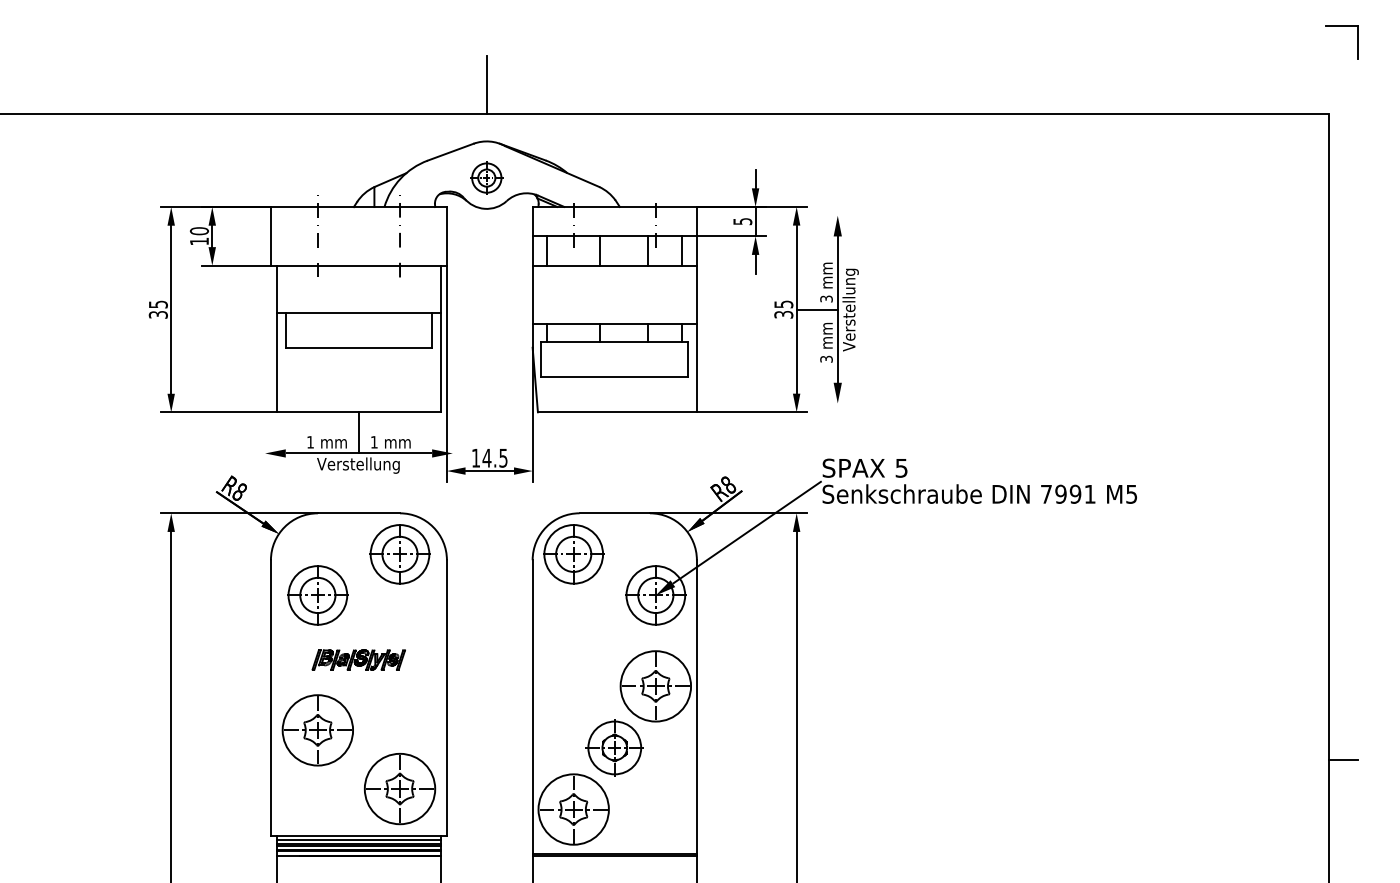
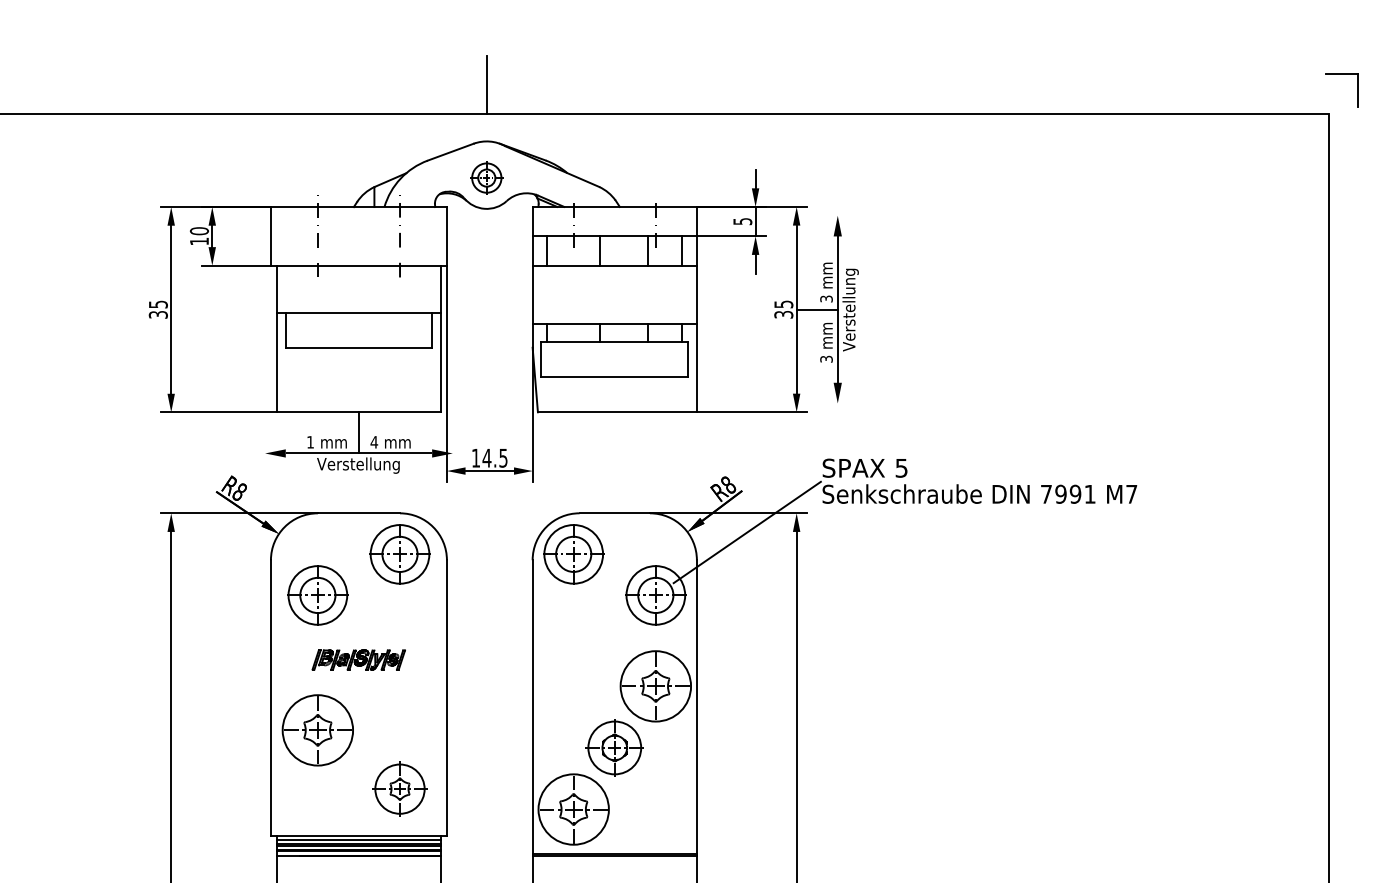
part at (1341, 26) position: (1341, 26) -> (1341, 74)
text at (374, 442): 1 -> 4
text at (1131, 494): M5 -> M7
fill at (665, 587): present -> none
line at (1343, 759): present -> none
part at (399, 789) size: 74x73 px -> 56x56 px
